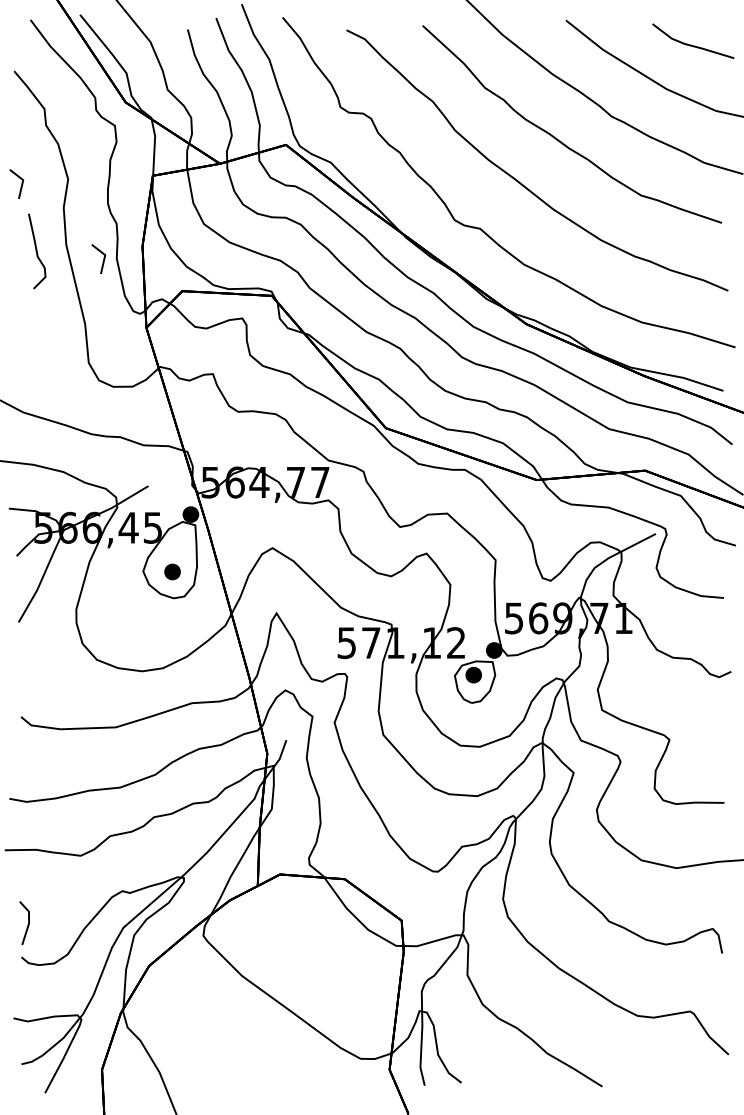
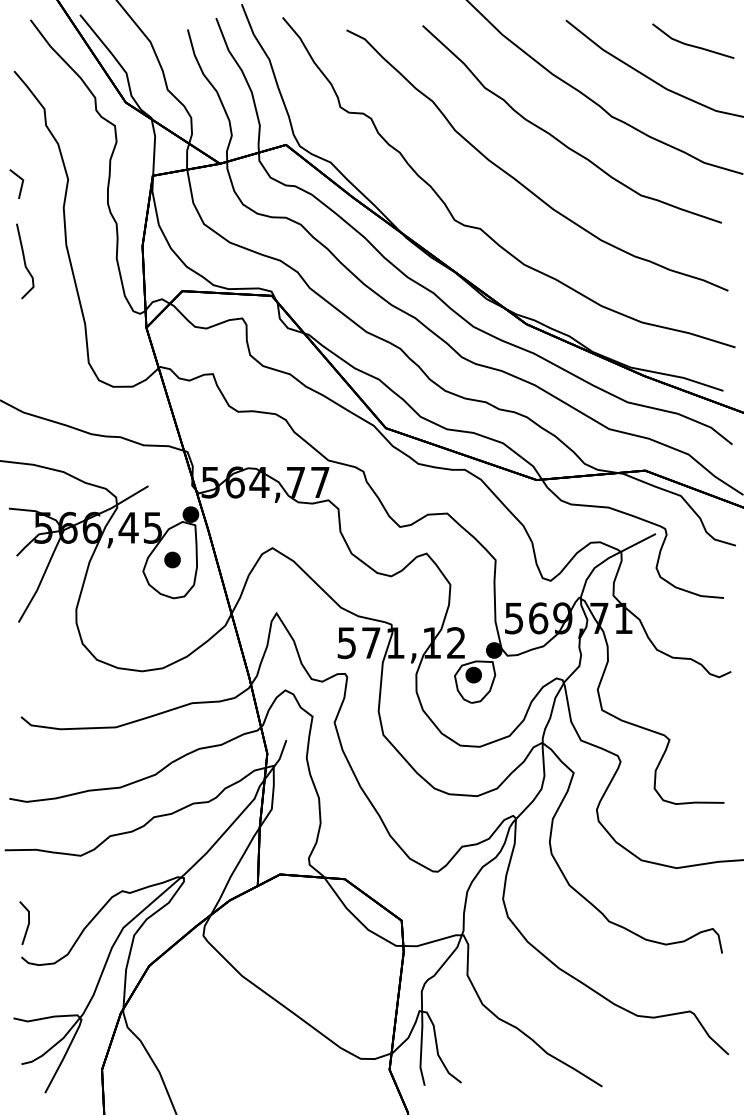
curve at (37, 251) position: (37, 251) -> (25, 261)
line at (103, 258): present -> none
part at (172, 571) position: (172, 571) -> (172, 559)
